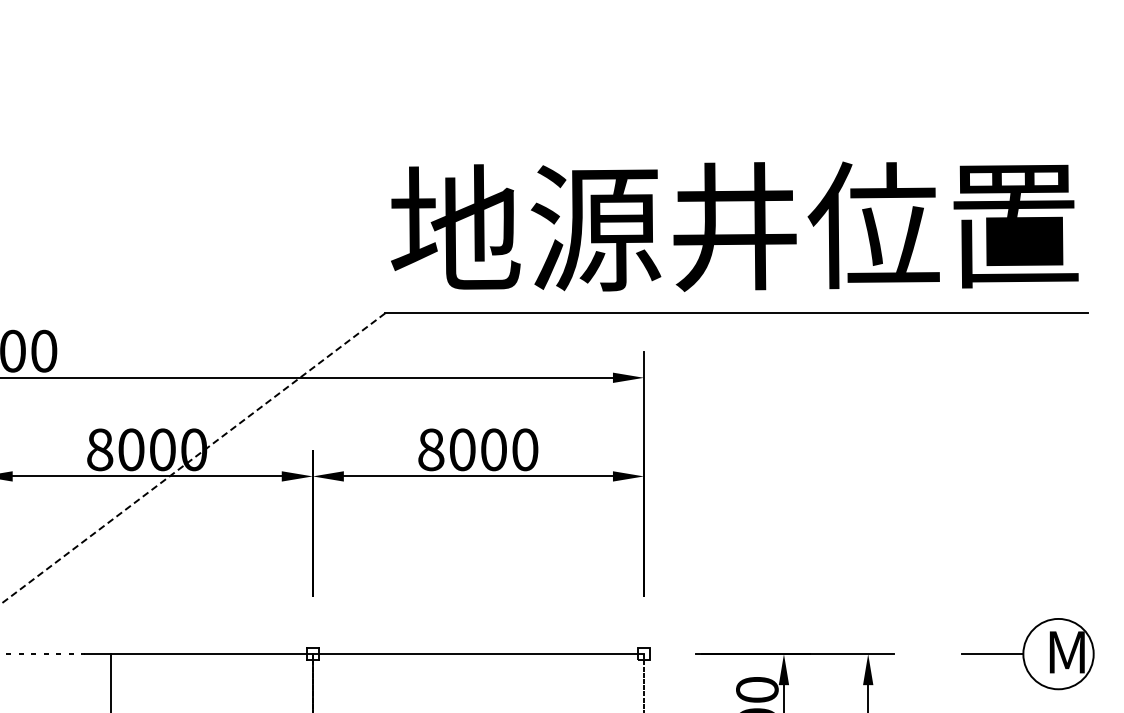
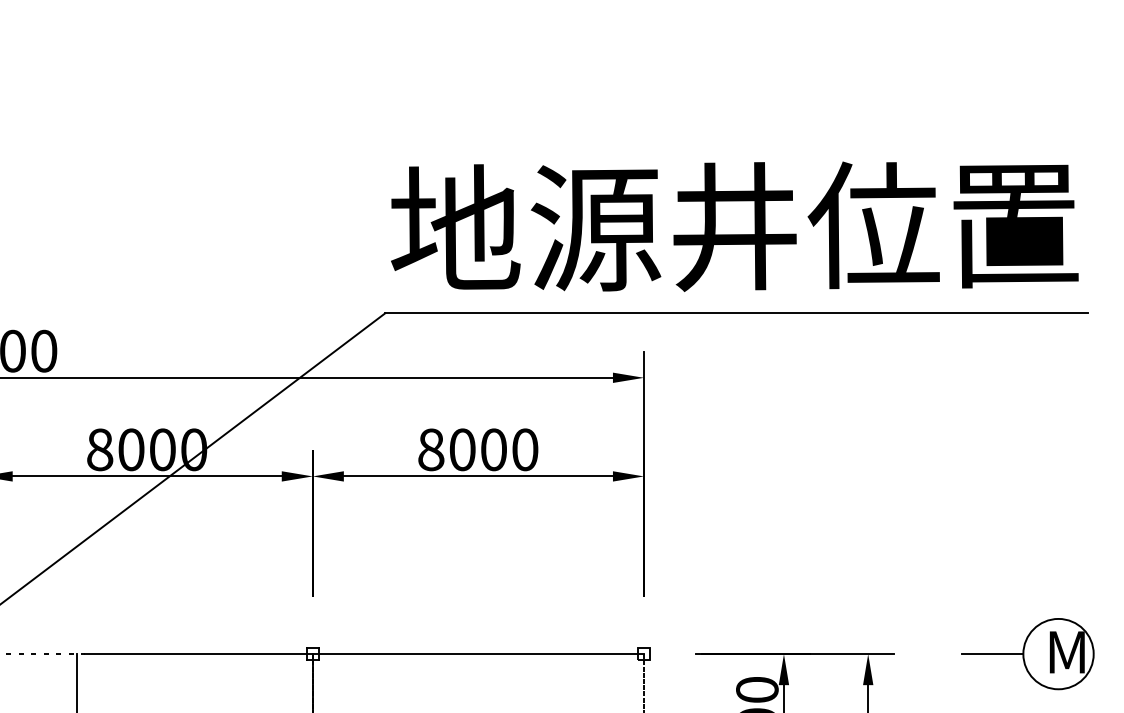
line at (192, 459): dashed -> solid
line at (110, 681) position: (110, 681) -> (76, 681)
